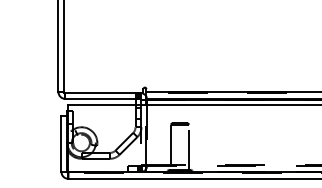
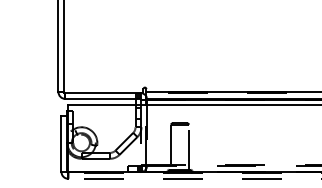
line at (194, 178): solid -> dashed
